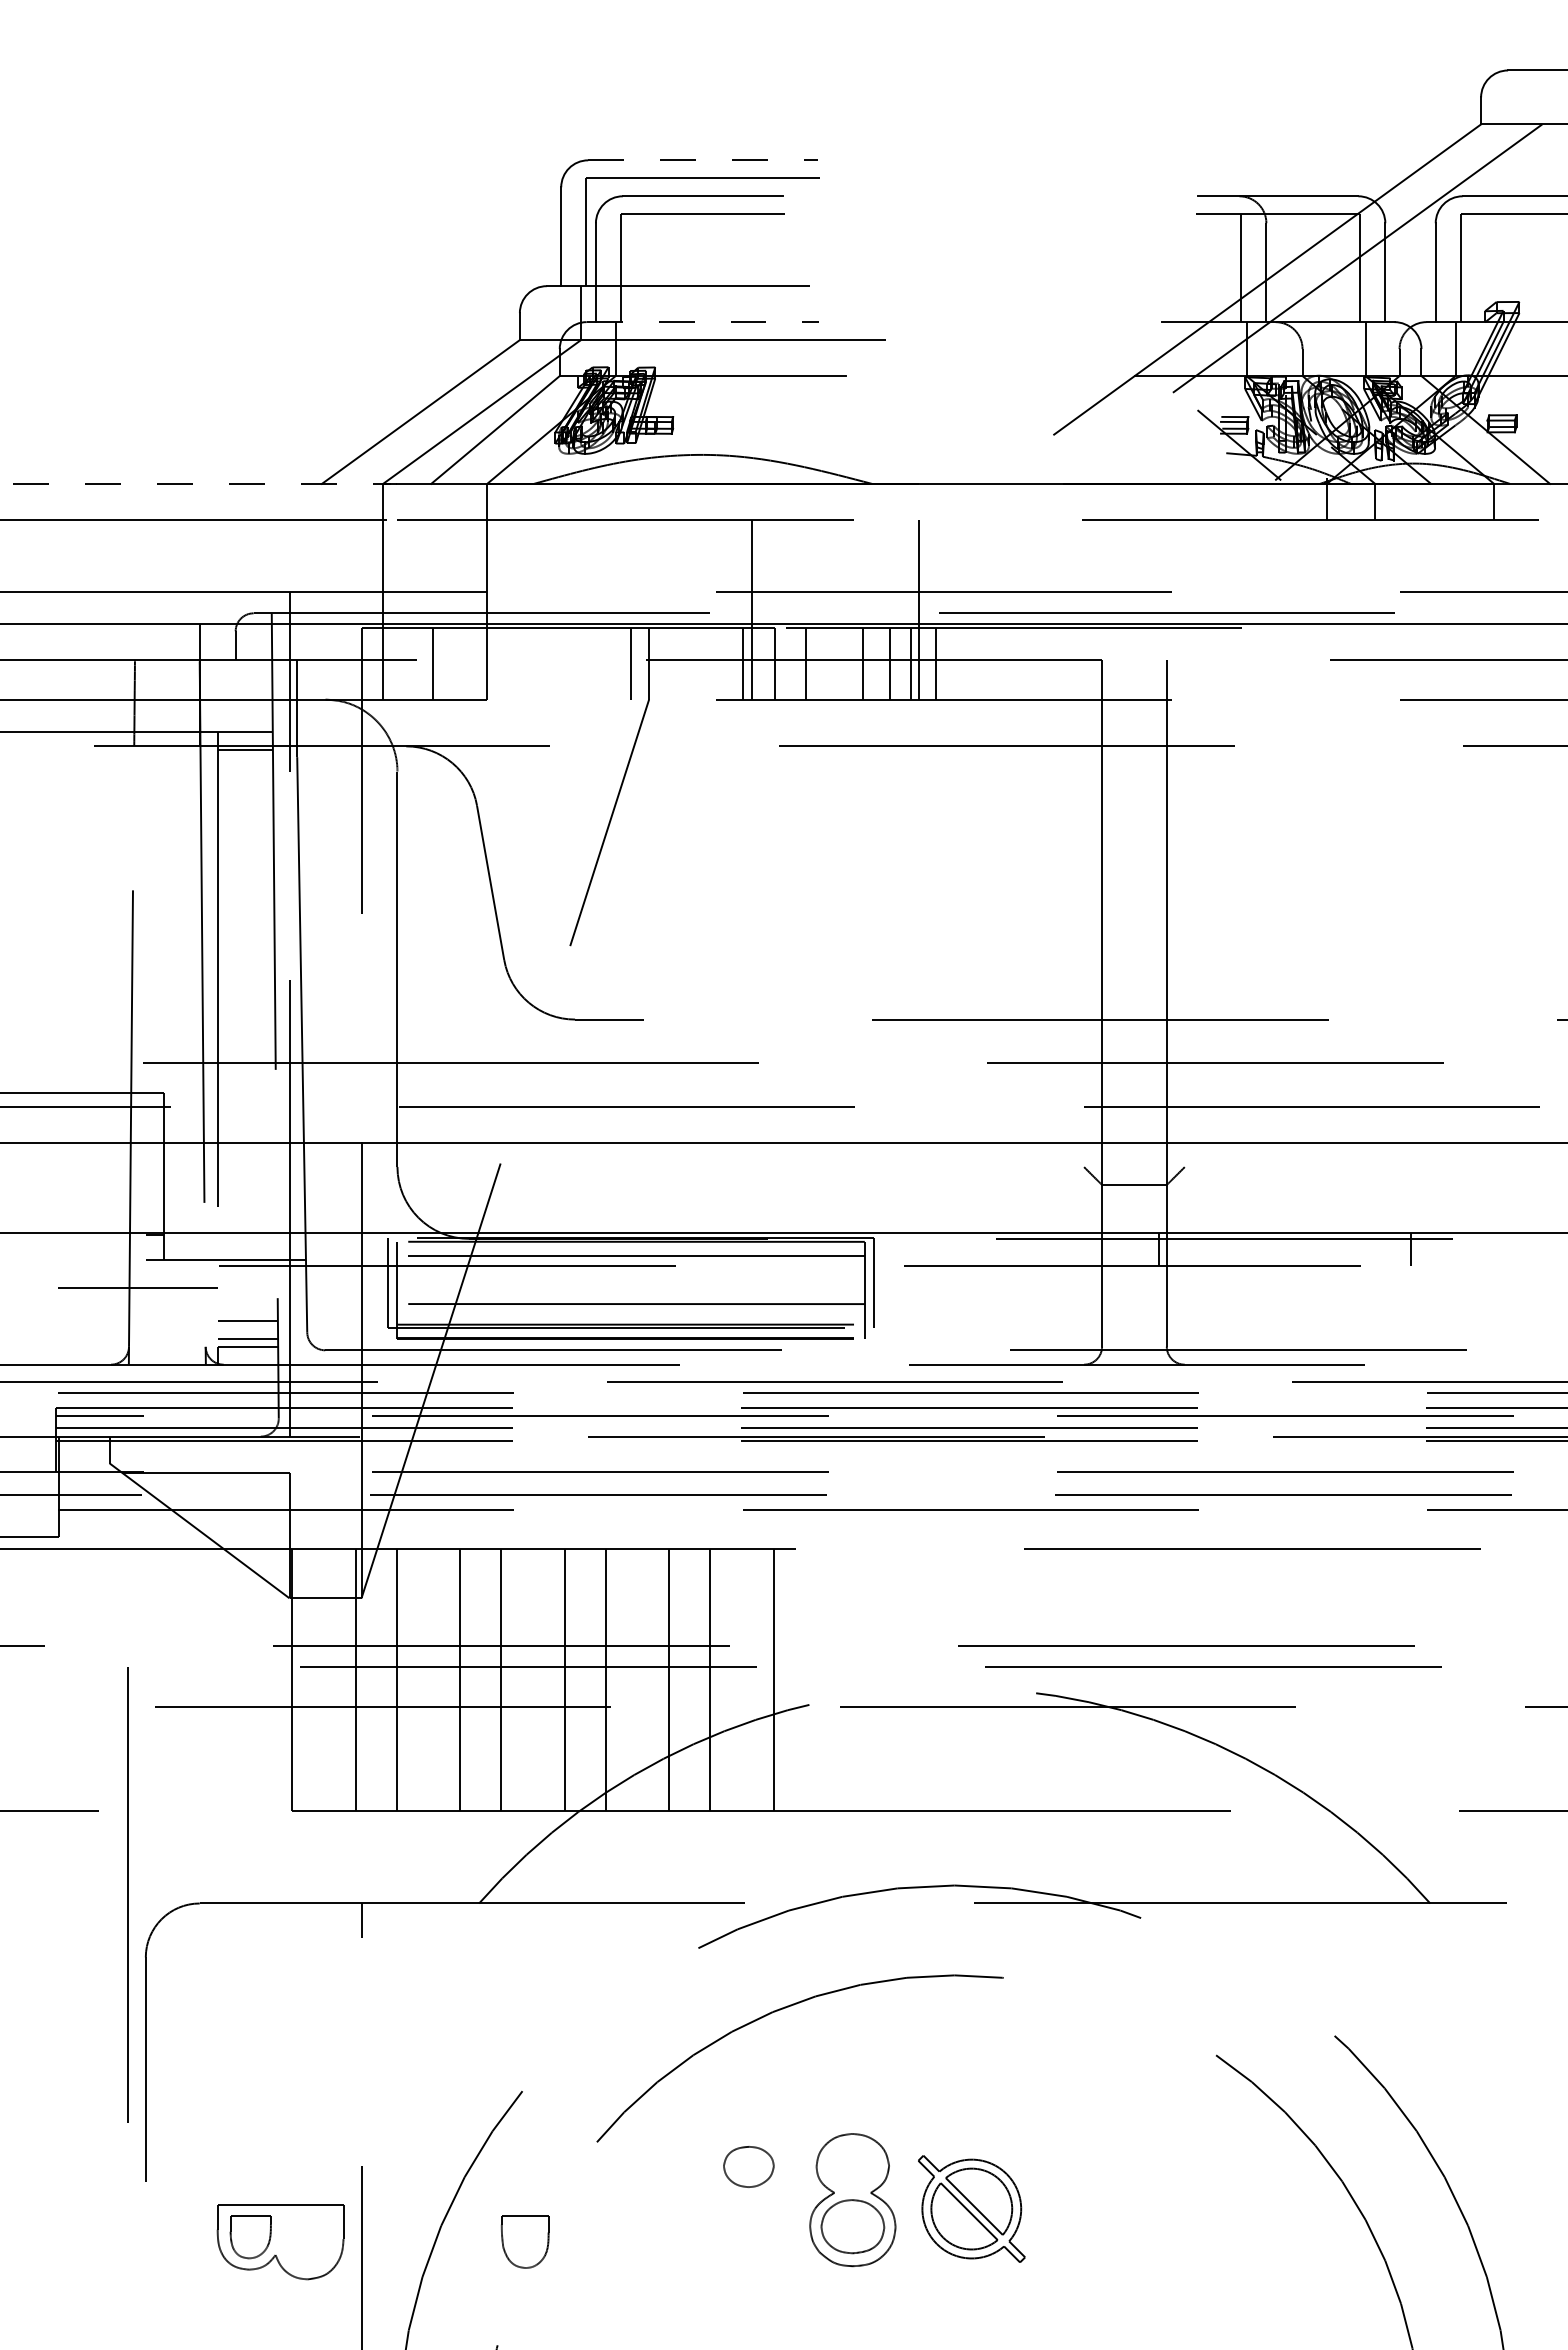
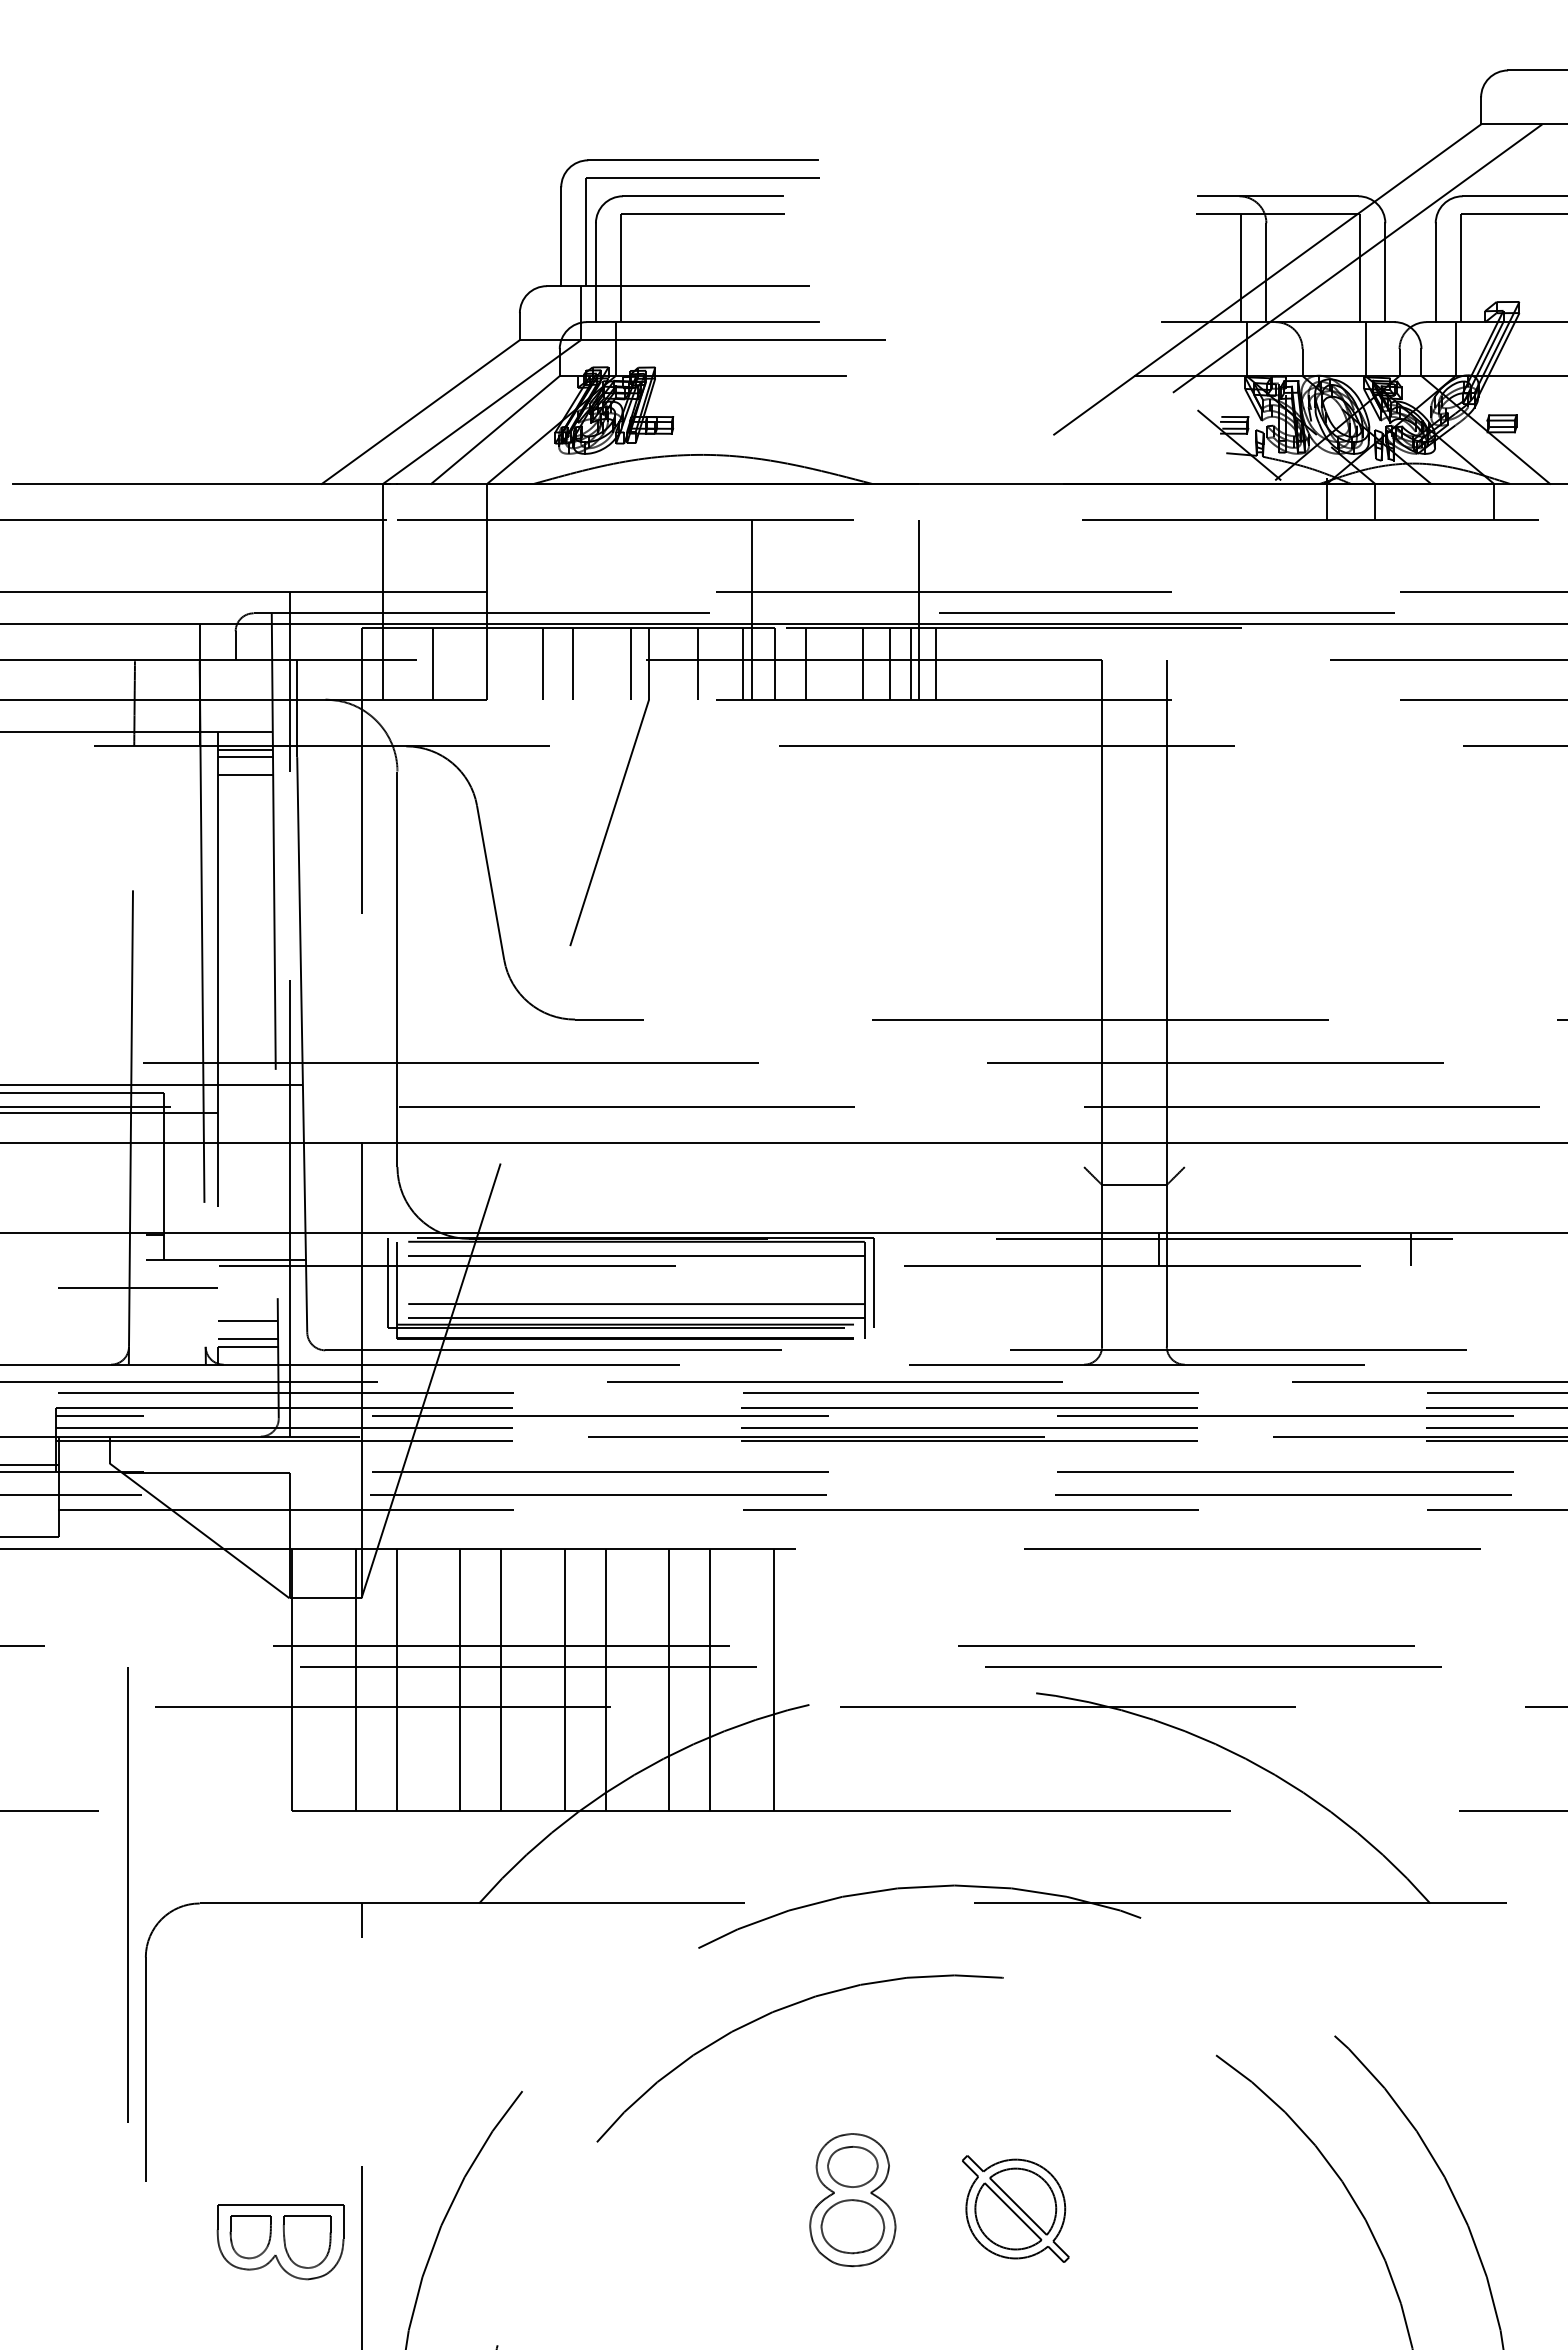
line at (703, 160): dashed -> solid
line at (703, 322): dashed -> solid
line at (205, 483): dashed -> solid
line at (543, 663): none -> present
line at (572, 663): none -> present
line at (697, 663): none -> present
line at (245, 757): none -> present
line at (245, 775): none -> present
line at (152, 1085): none -> present
line at (109, 1113): none -> present
line at (630, 1317): none -> present
line at (30, 1465): none -> present
part at (748, 2166) position: (748, 2166) -> (852, 2166)
part at (971, 2208) position: (971, 2208) -> (1015, 2208)
part at (524, 2241) position: (524, 2241) -> (306, 2241)
